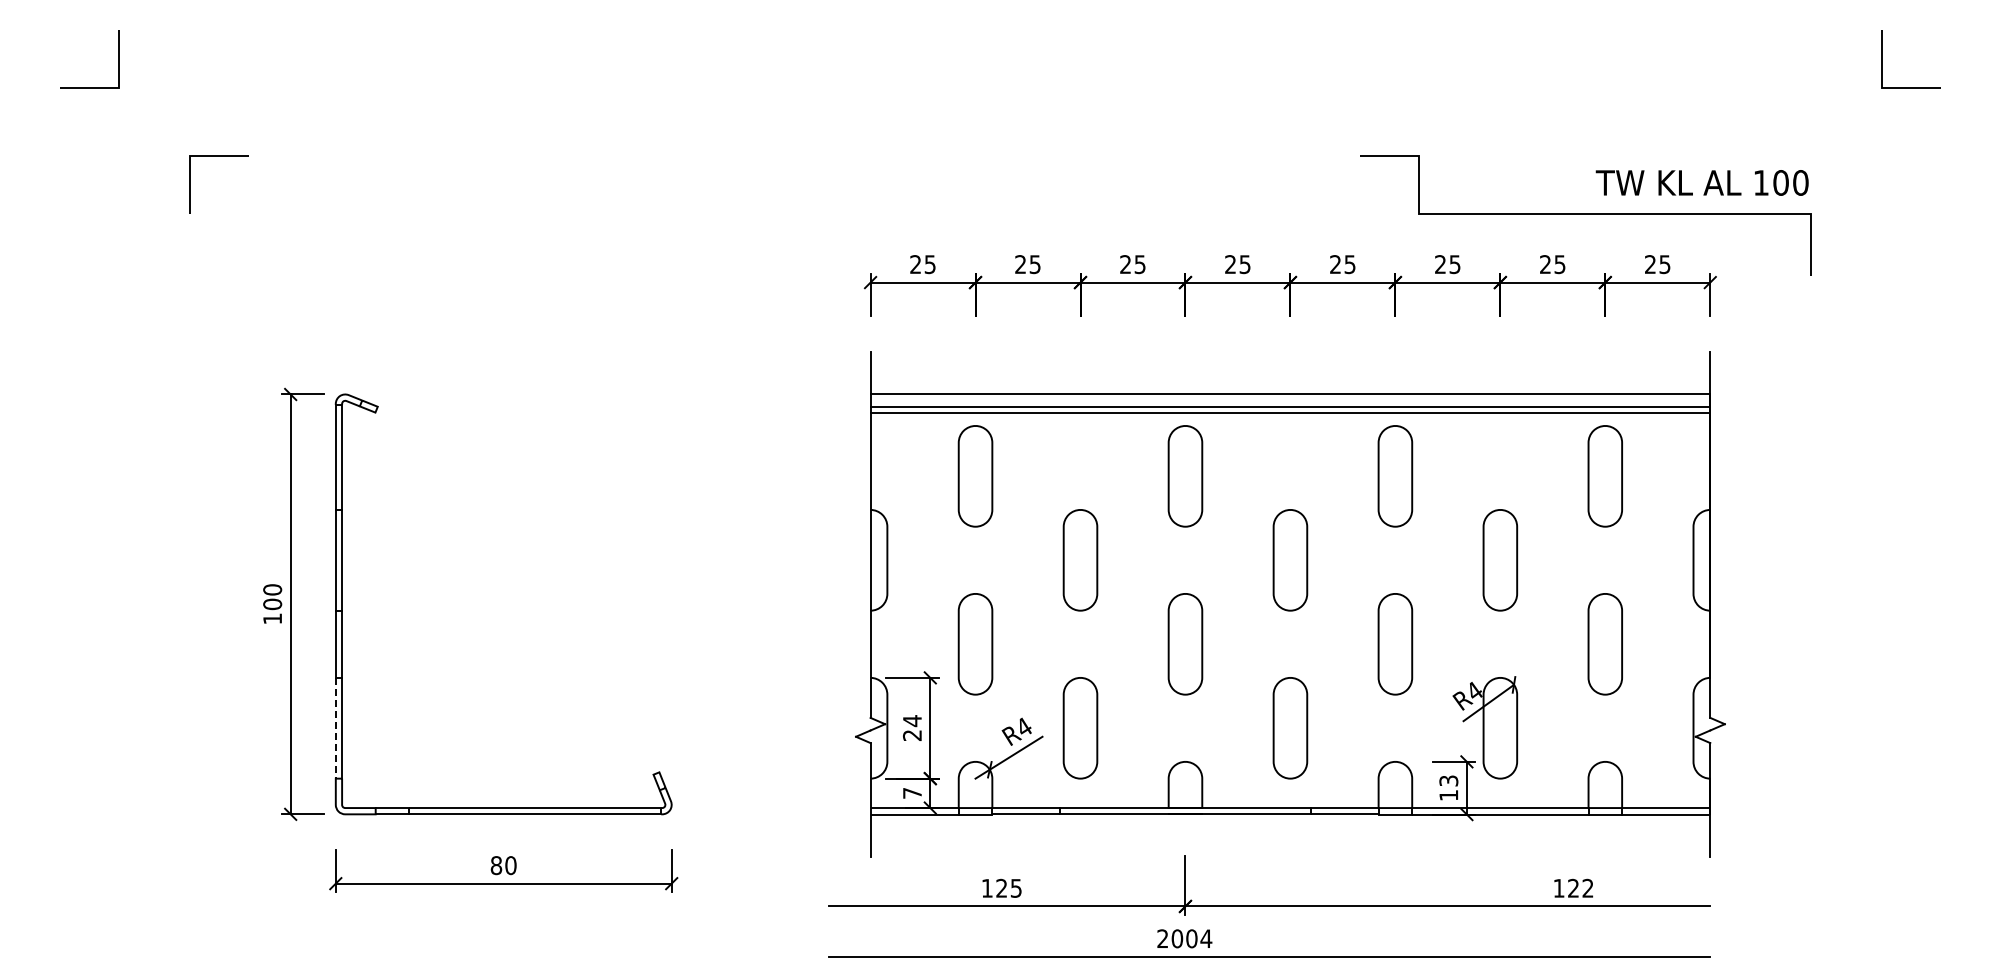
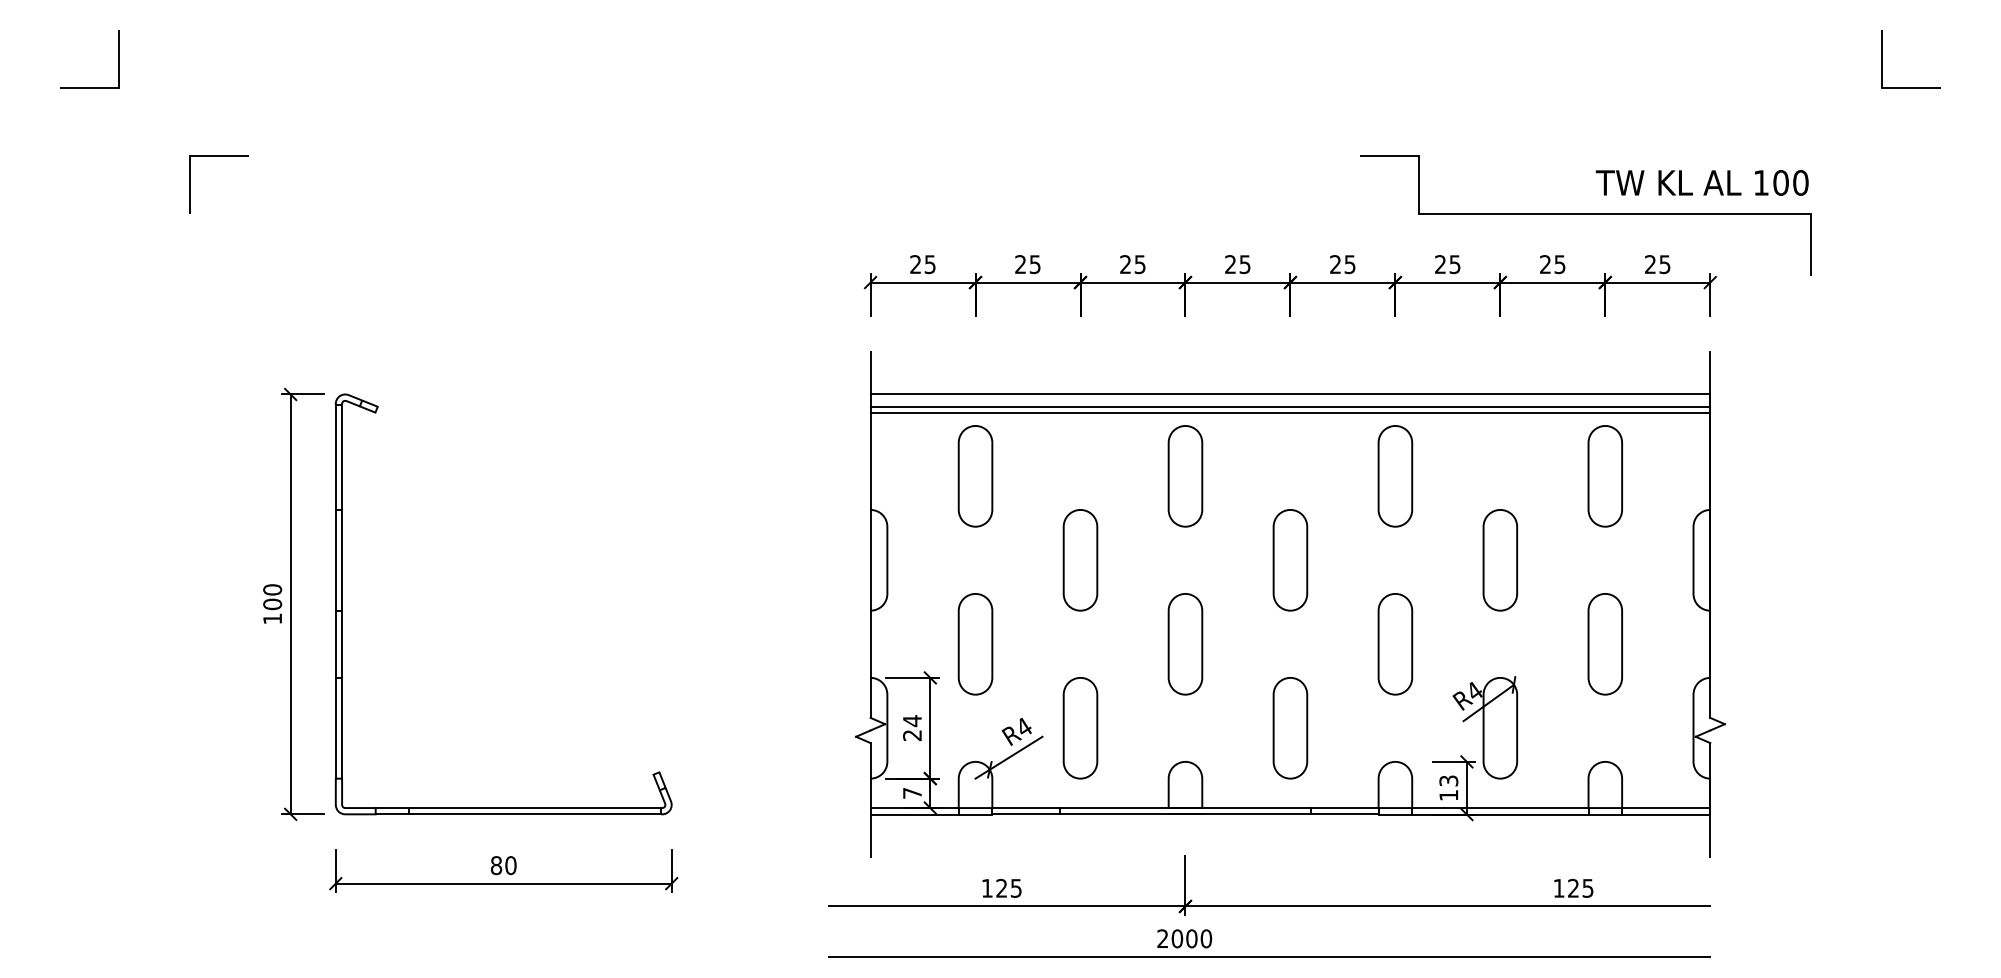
line at (335, 728): dashed -> solid
text at (1587, 887): 122 -> 125
text at (1206, 938): 2004 -> 2000
